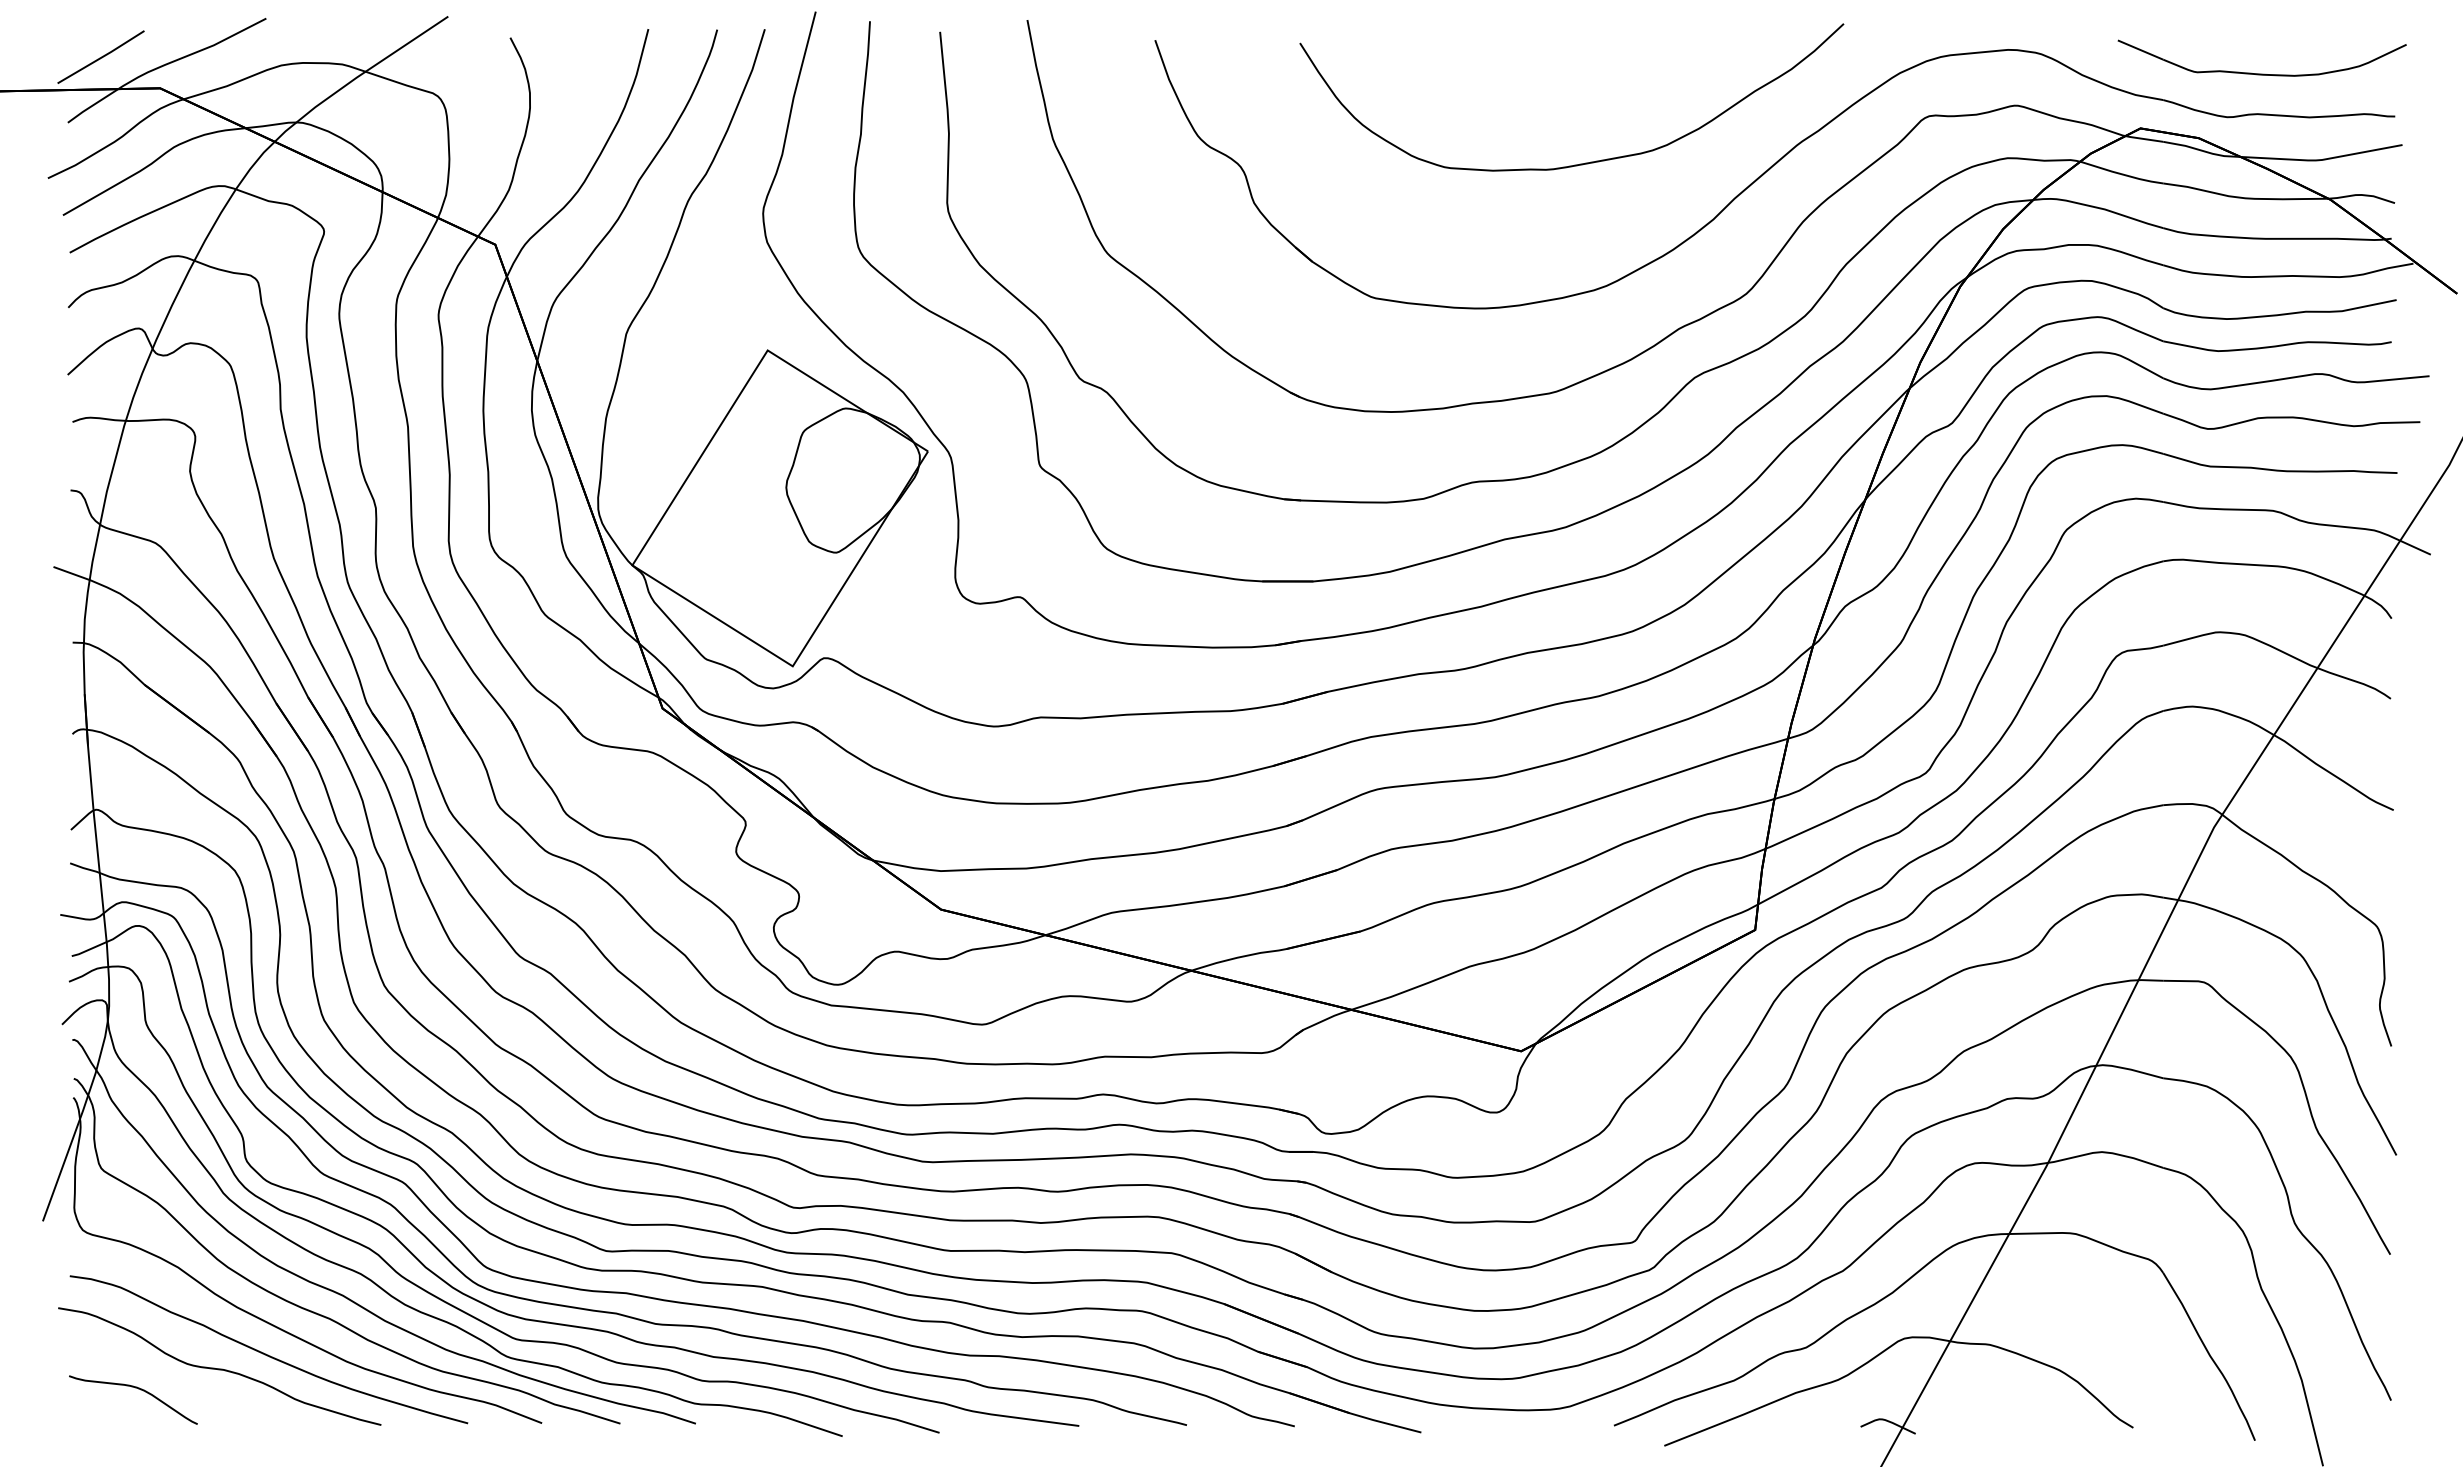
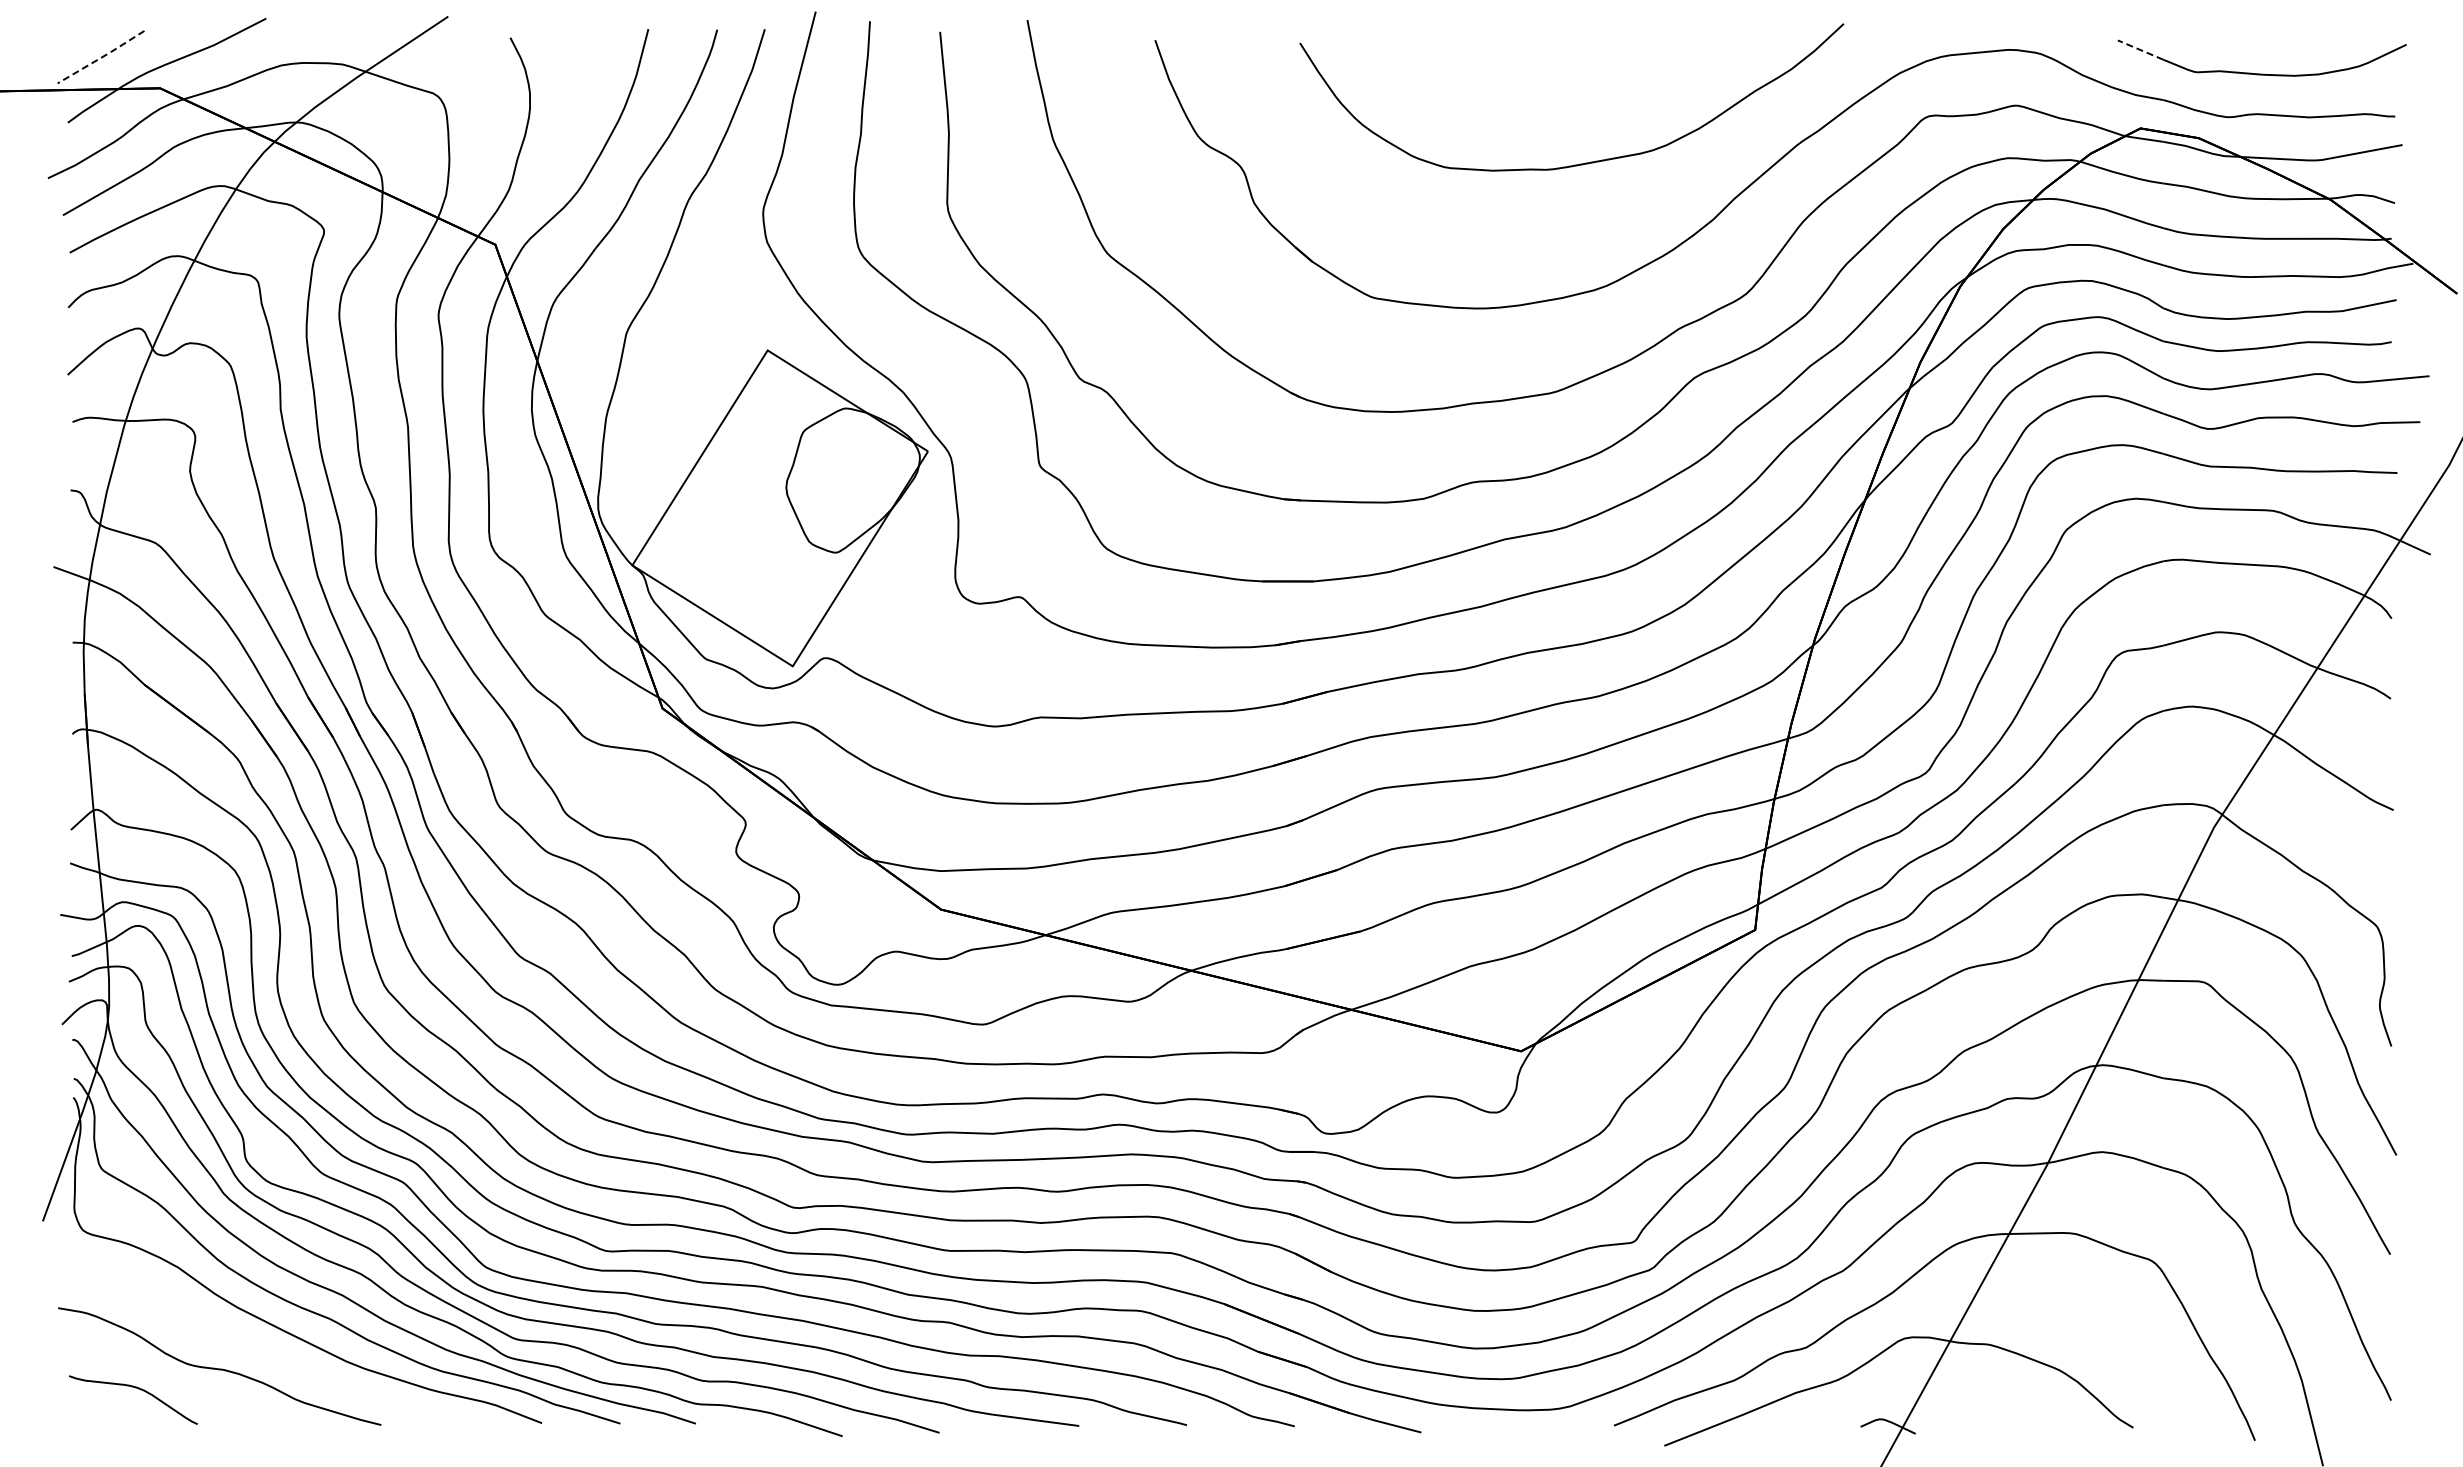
line at (2140, 50): solid -> dashed
line at (101, 57): solid -> dashed
curve at (265, 1353): present -> none
